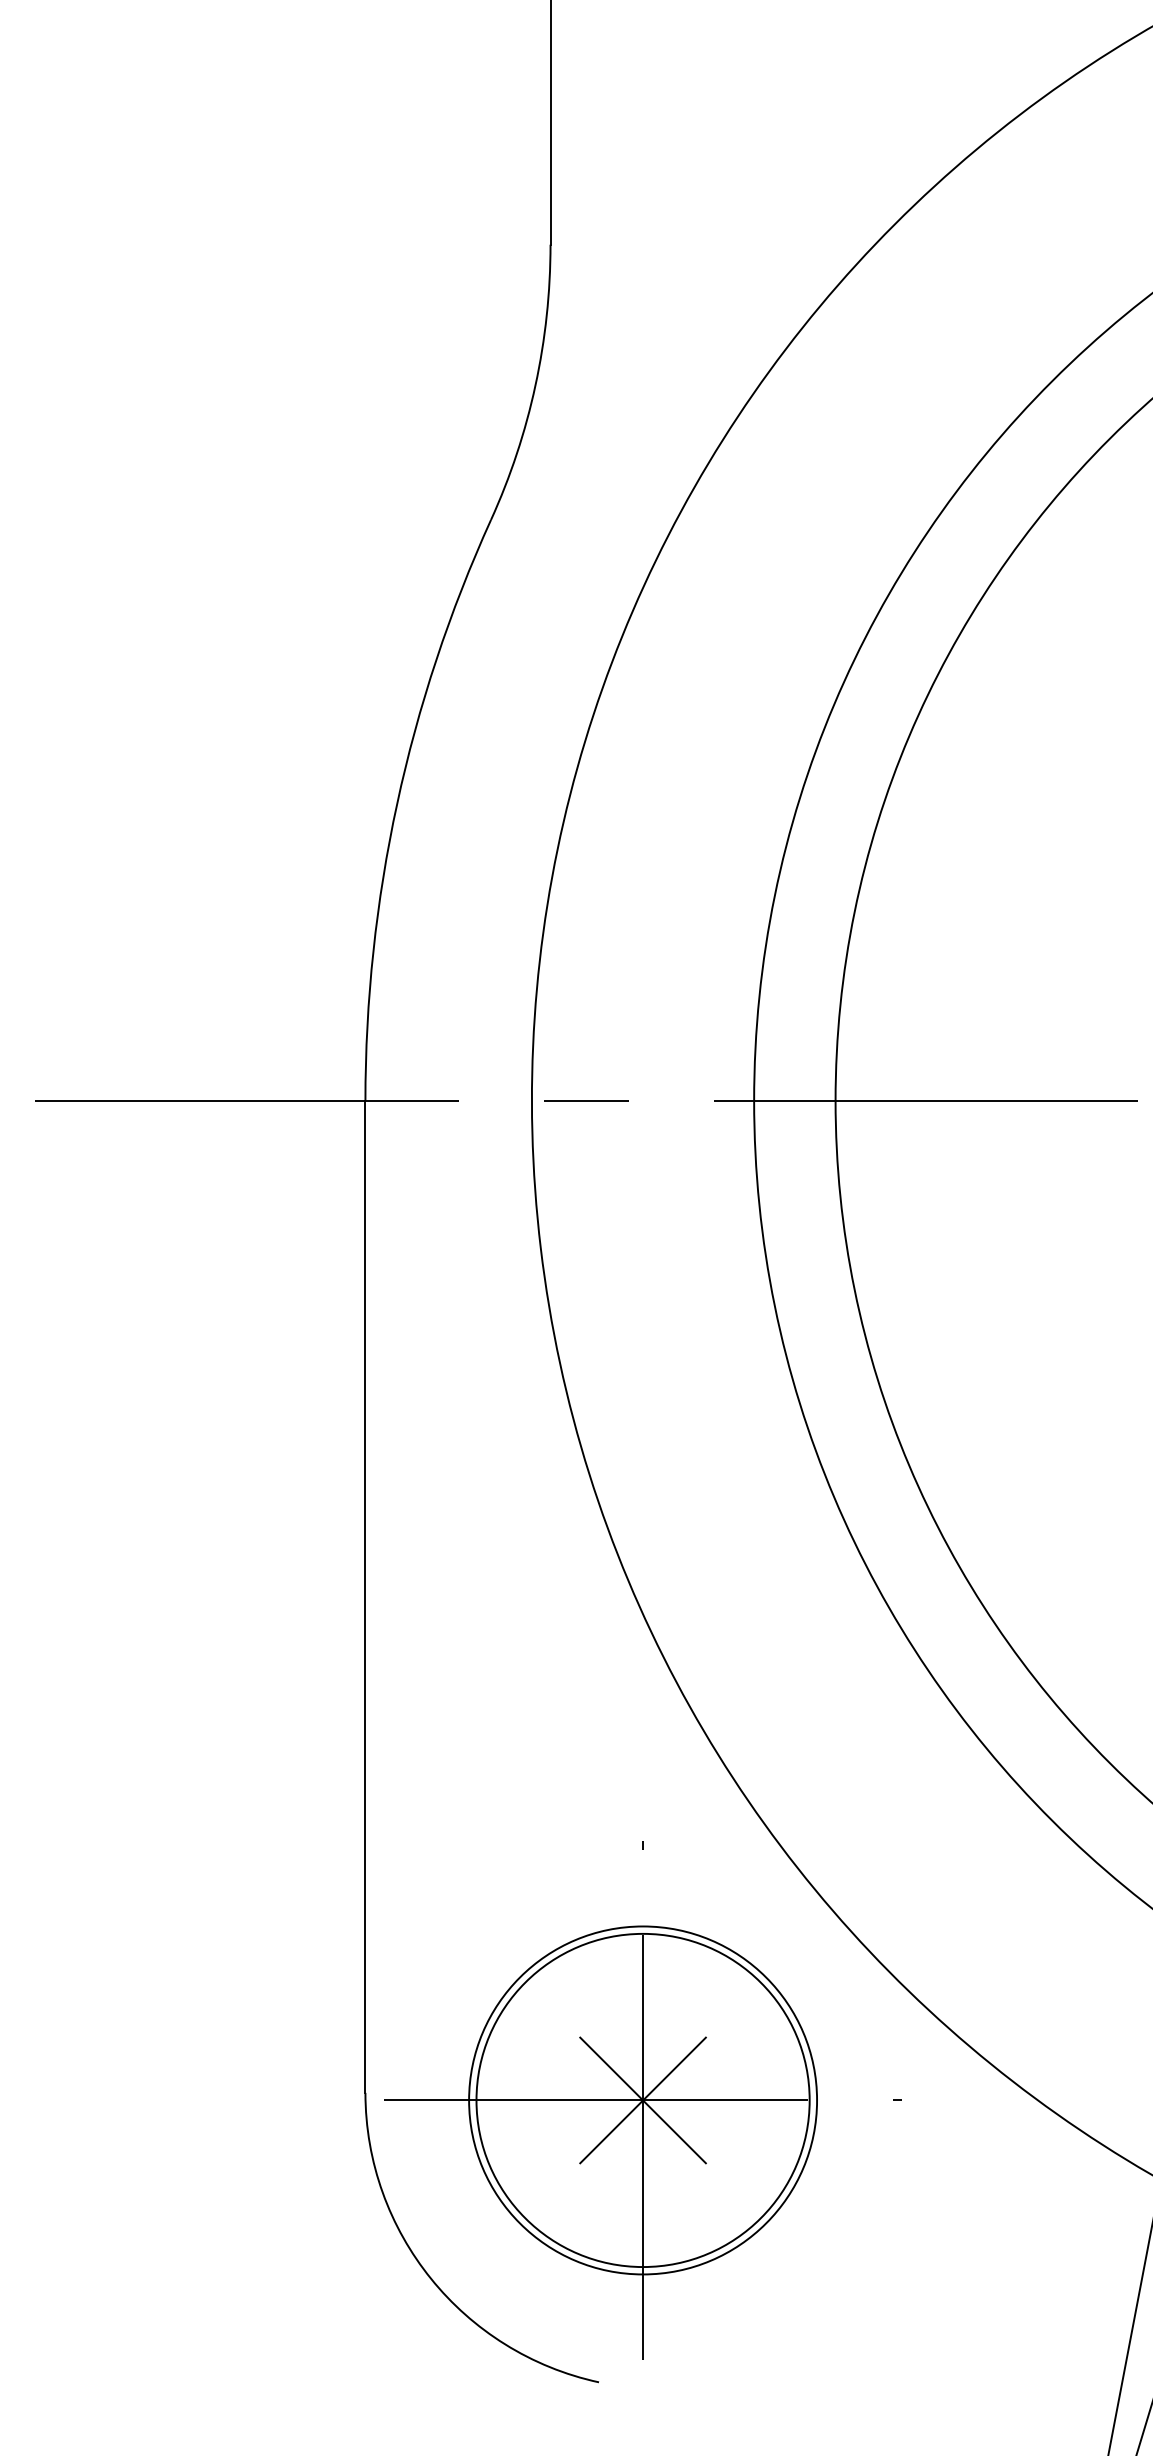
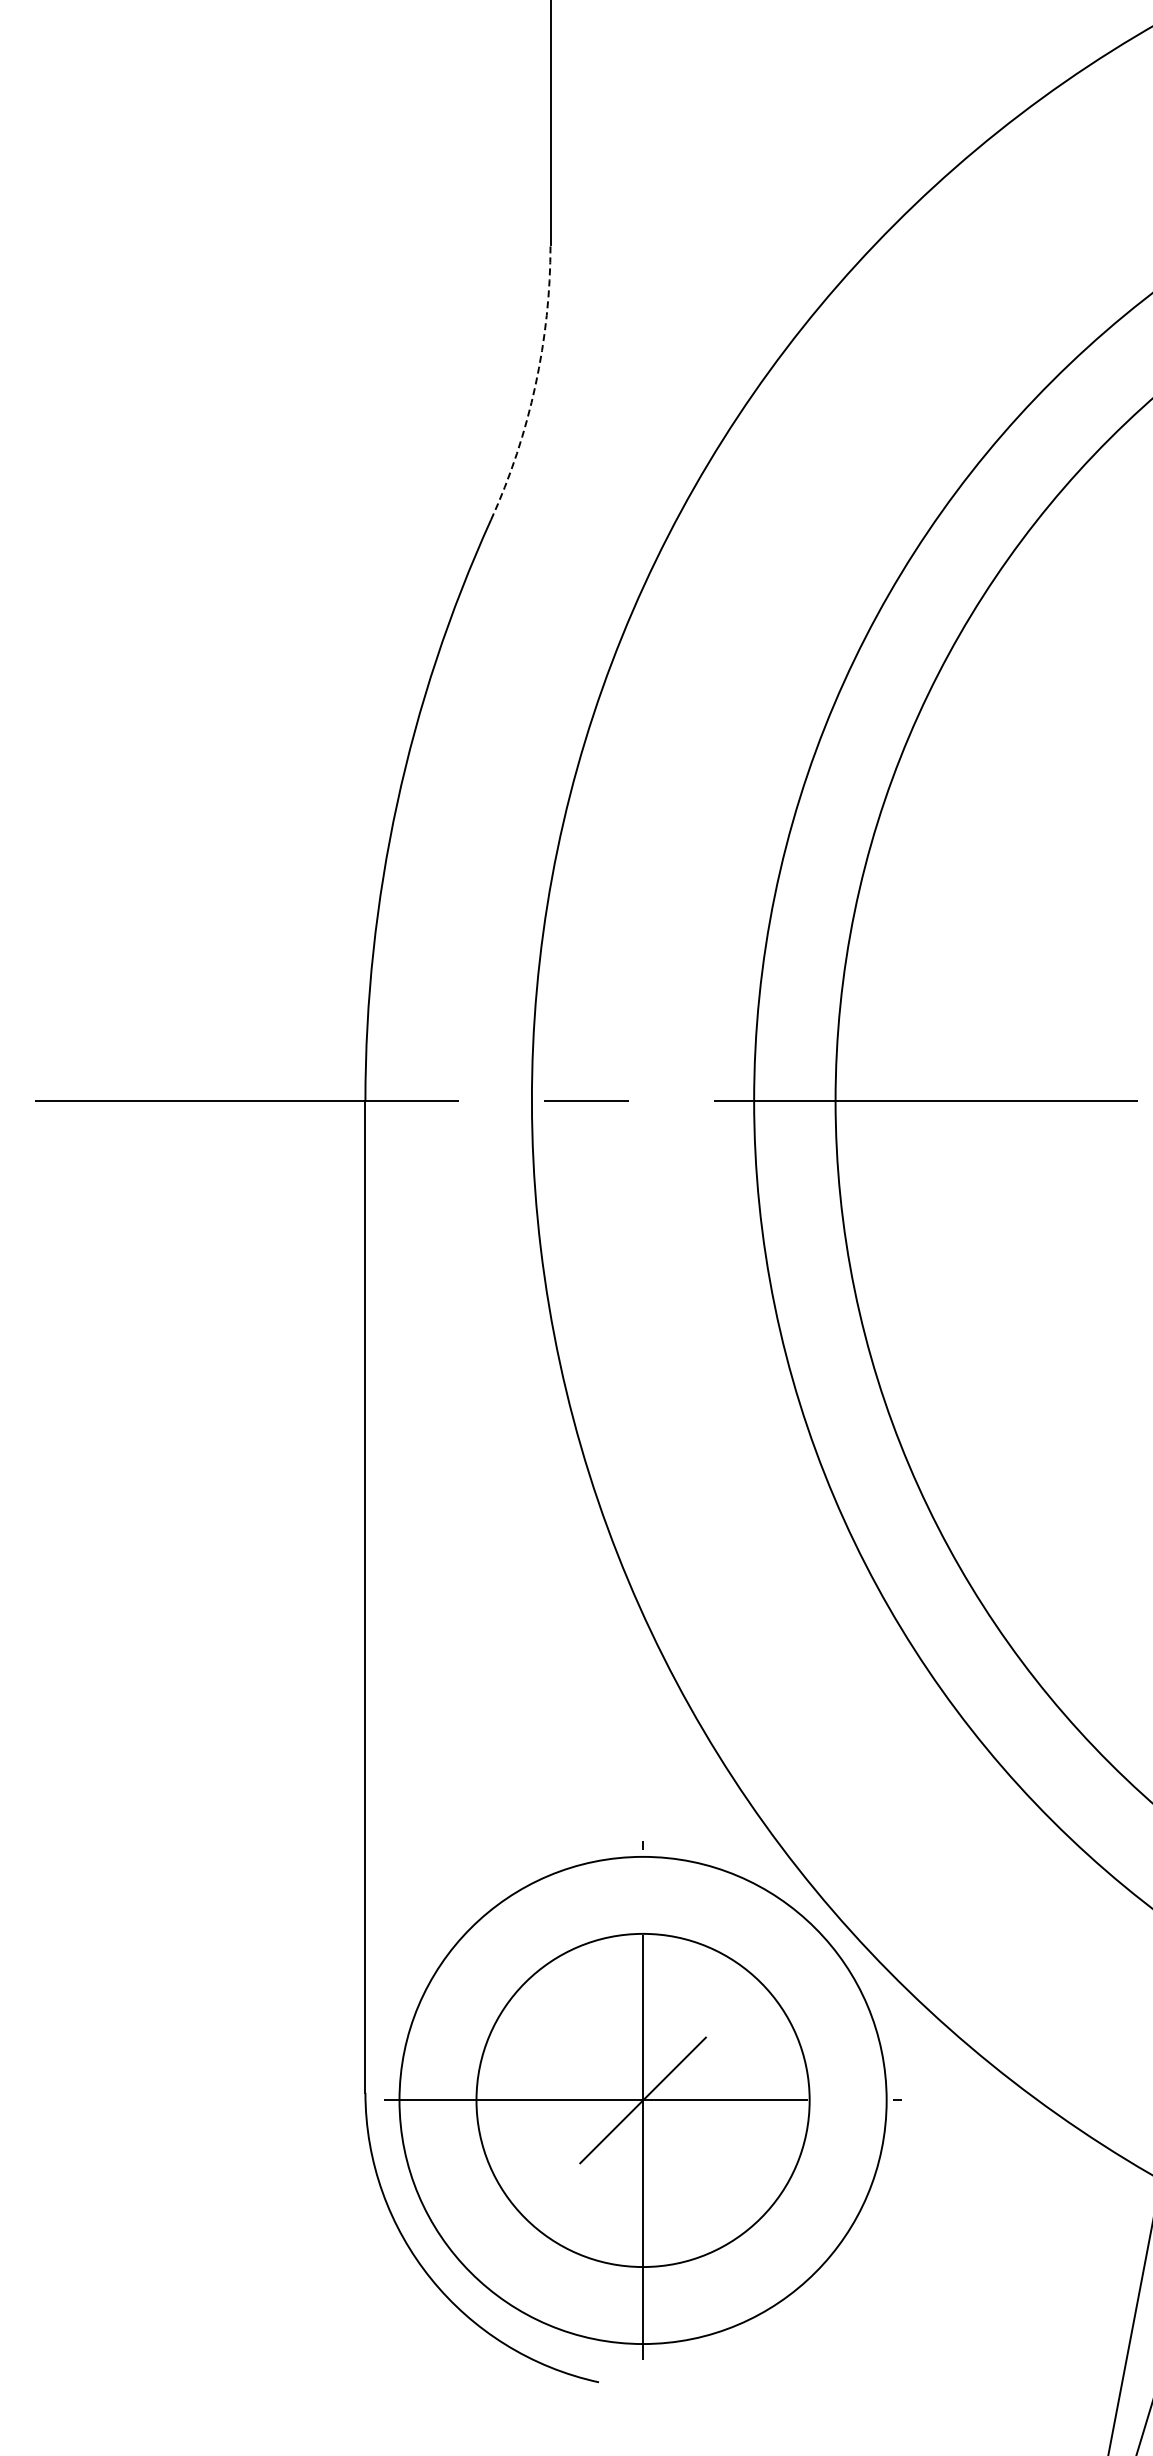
arc at (535, 385): solid -> dashed
line at (642, 2100): present -> none
circle at (643, 2100) diameter: 348 px -> 487 px
